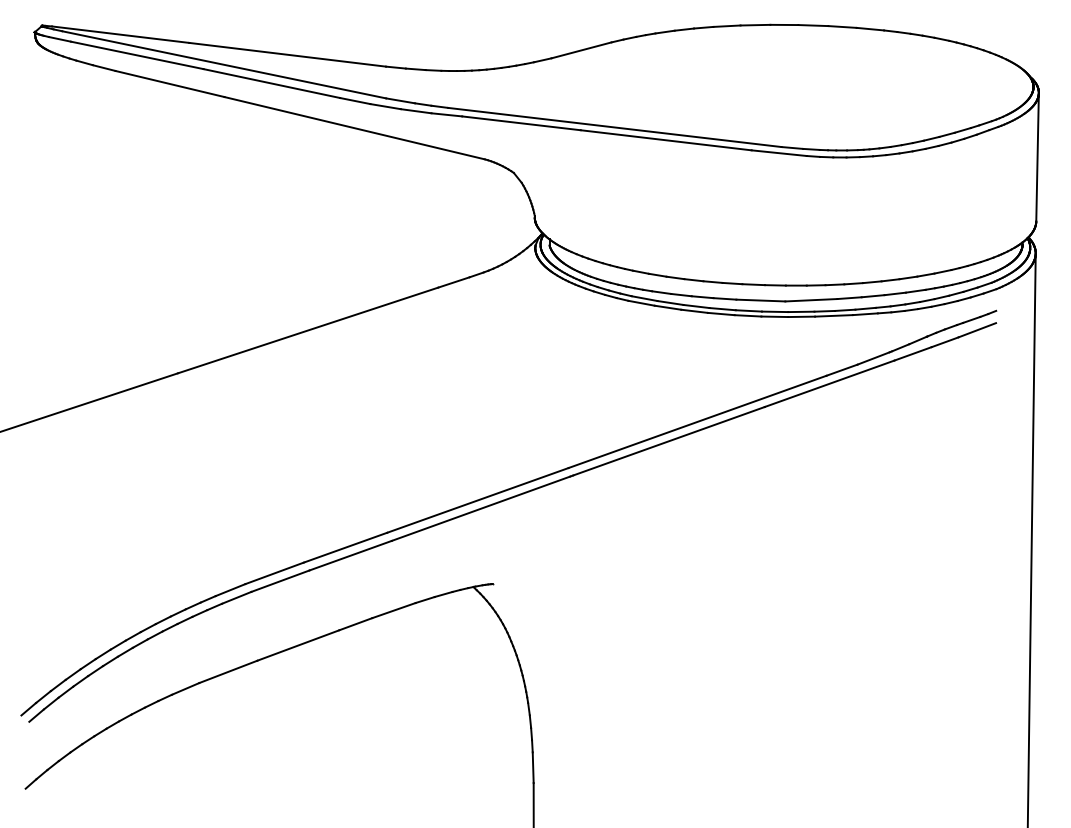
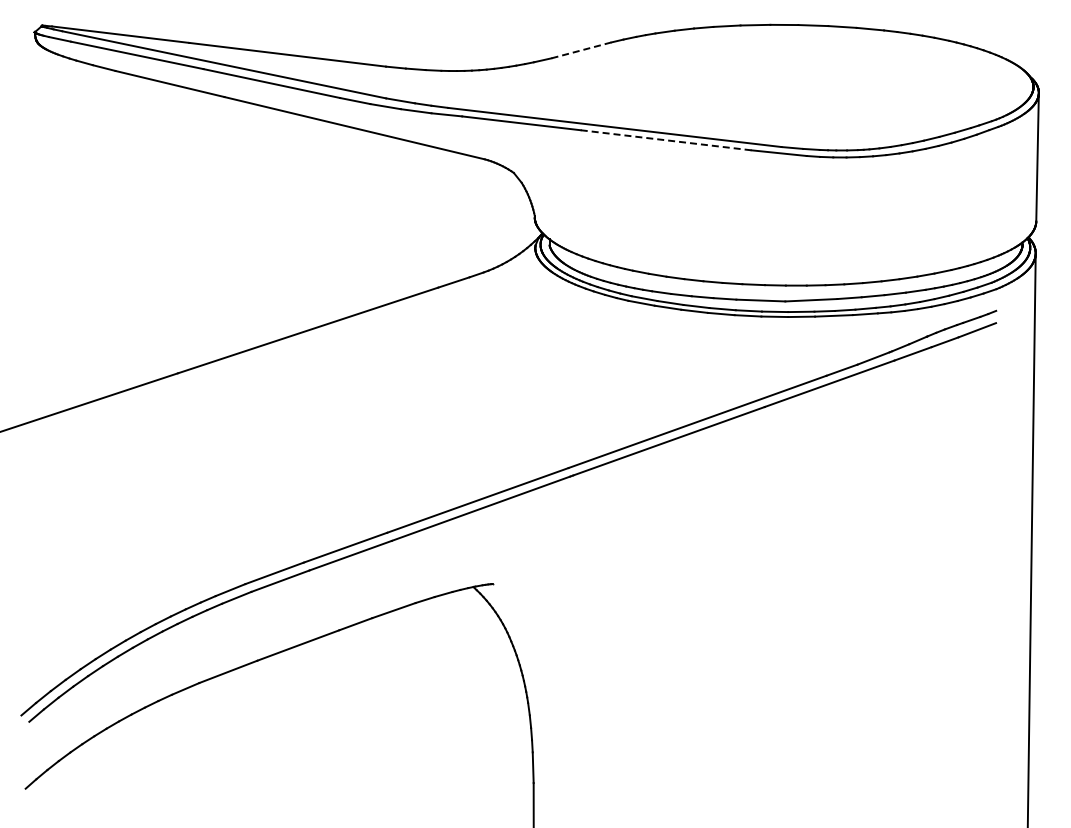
line at (582, 50): solid -> dashed
line at (666, 140): solid -> dashed
